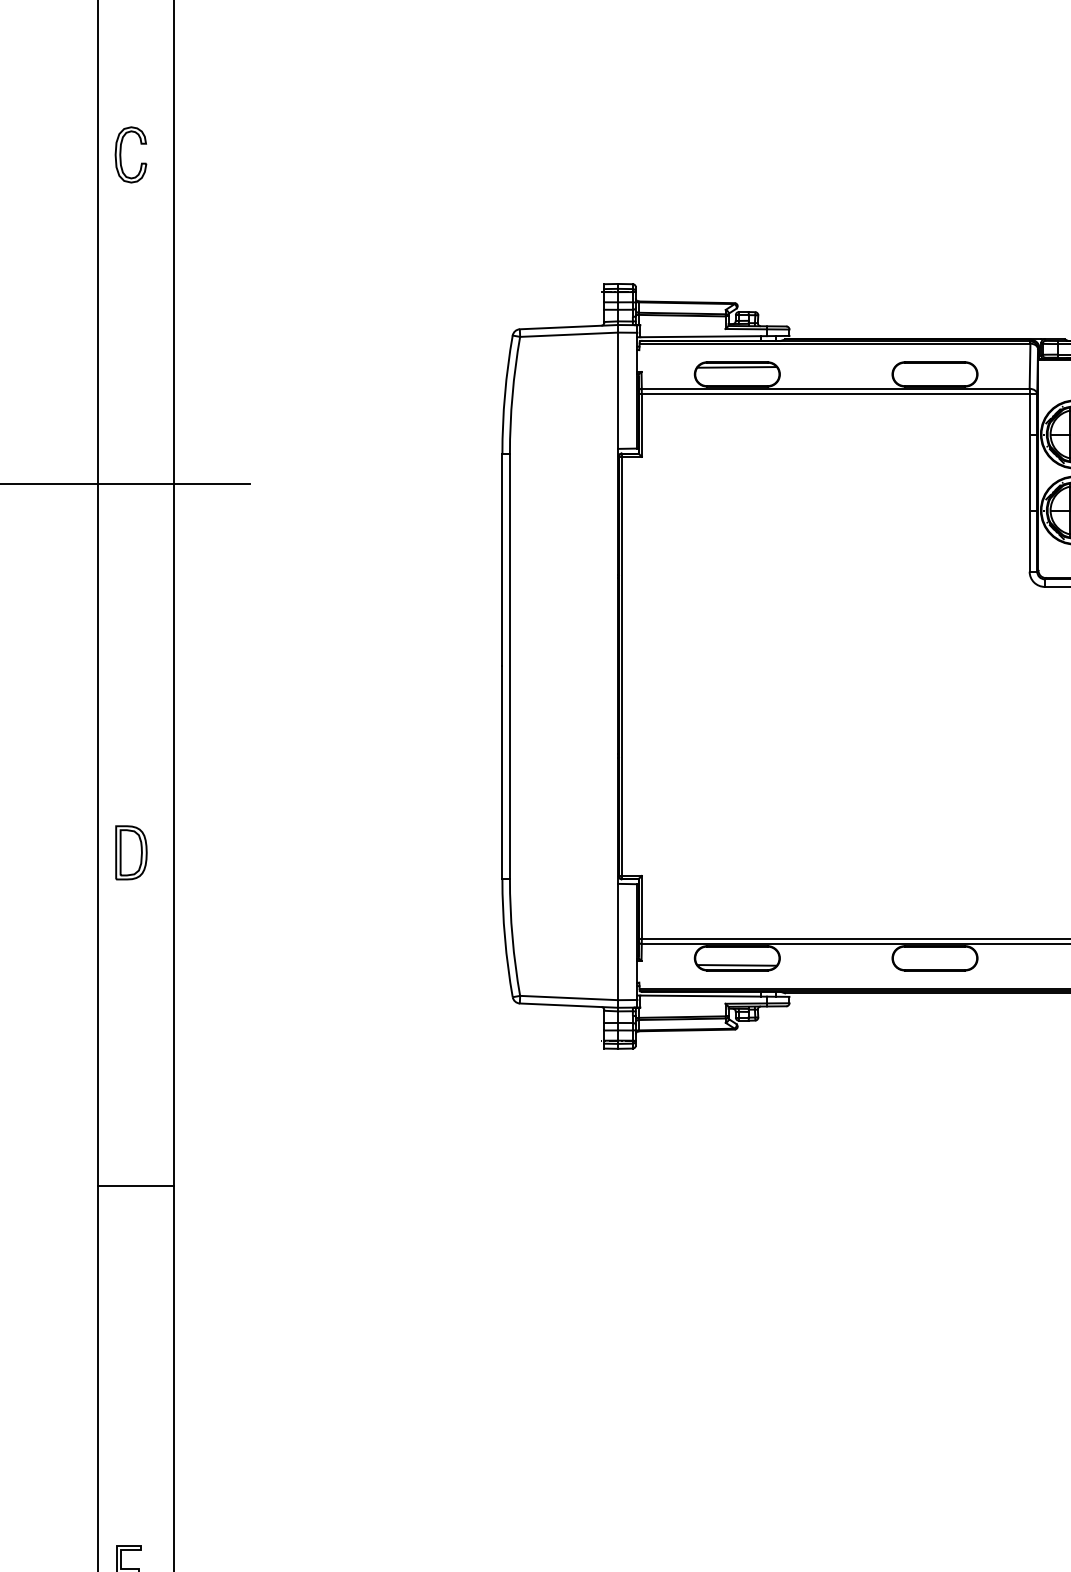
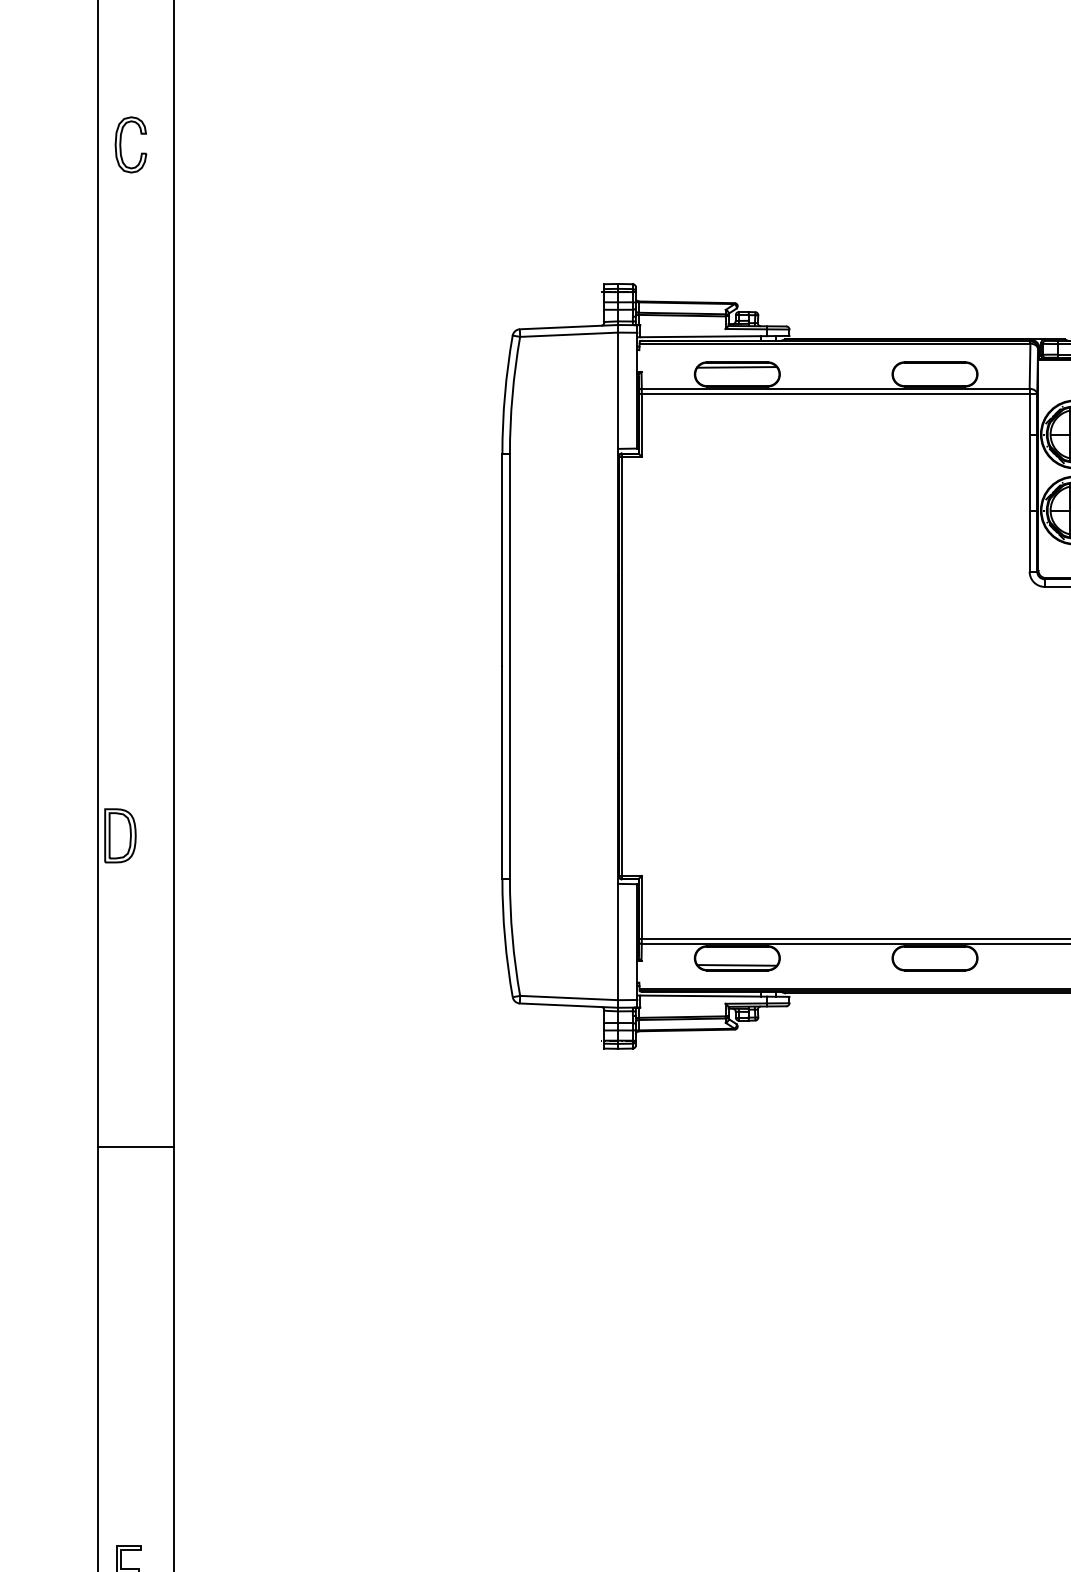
part at (121, 154) position: (121, 154) -> (121, 144)
line at (125, 483): present -> none
part at (131, 852) position: (131, 852) -> (120, 835)
line at (135, 1185) position: (135, 1185) -> (135, 1146)
